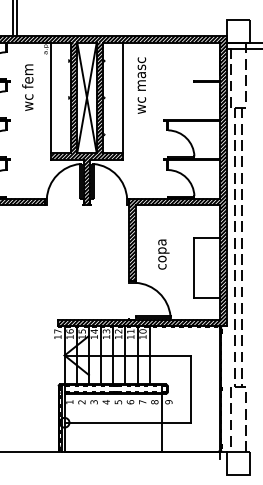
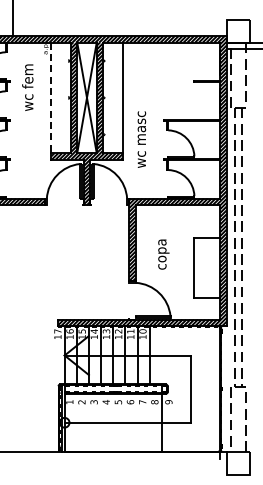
line at (16, 19): present -> none
text at (141, 85) position: (141, 85) -> (141, 139)
line at (51, 98): solid -> dashed
